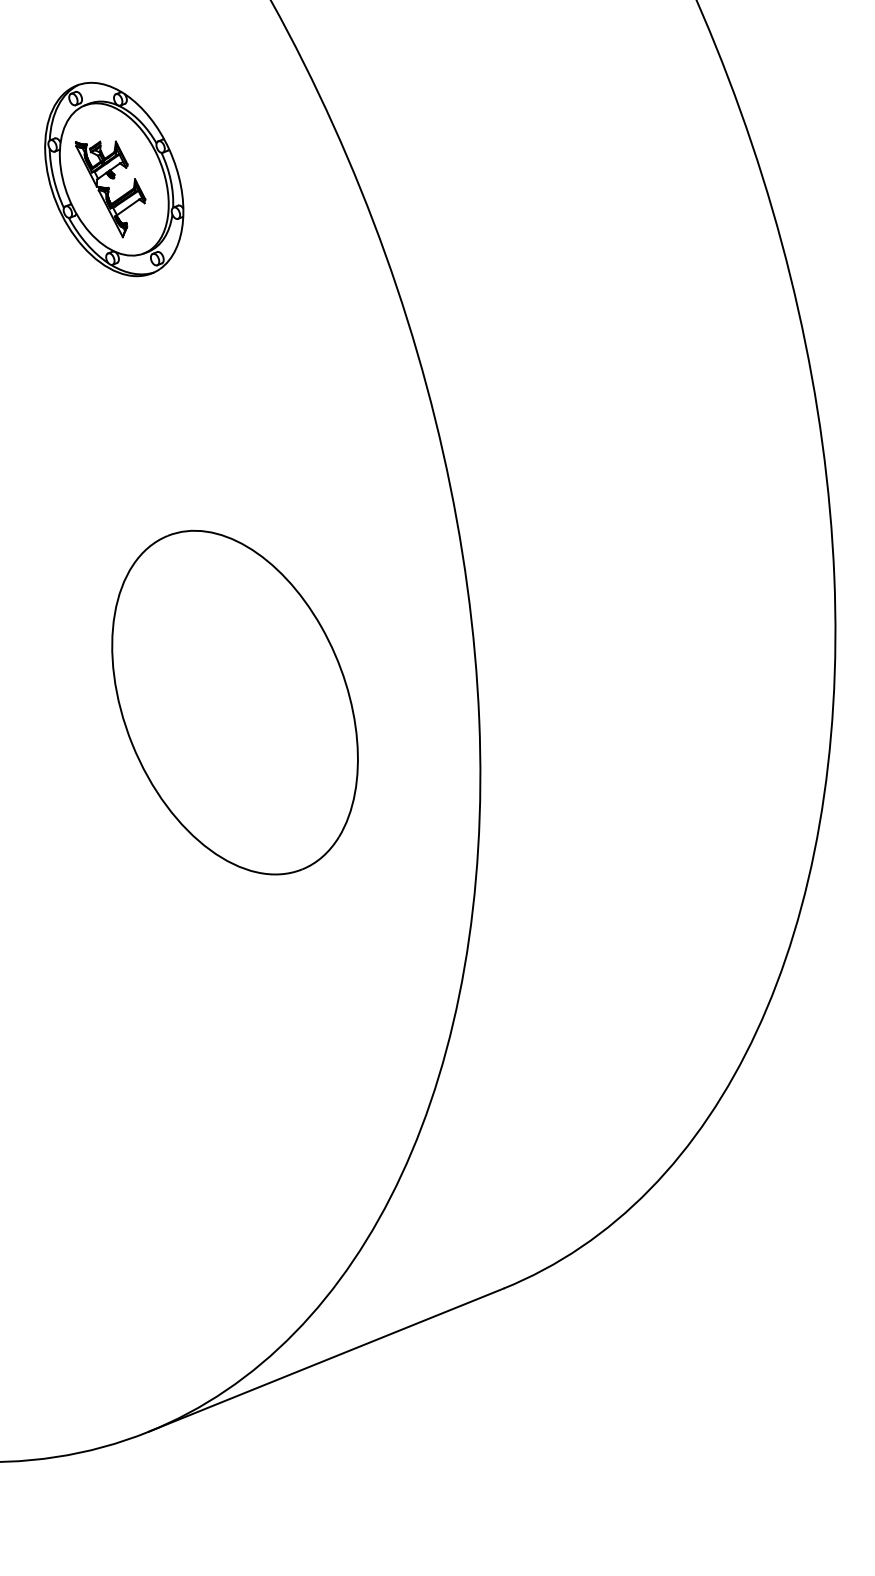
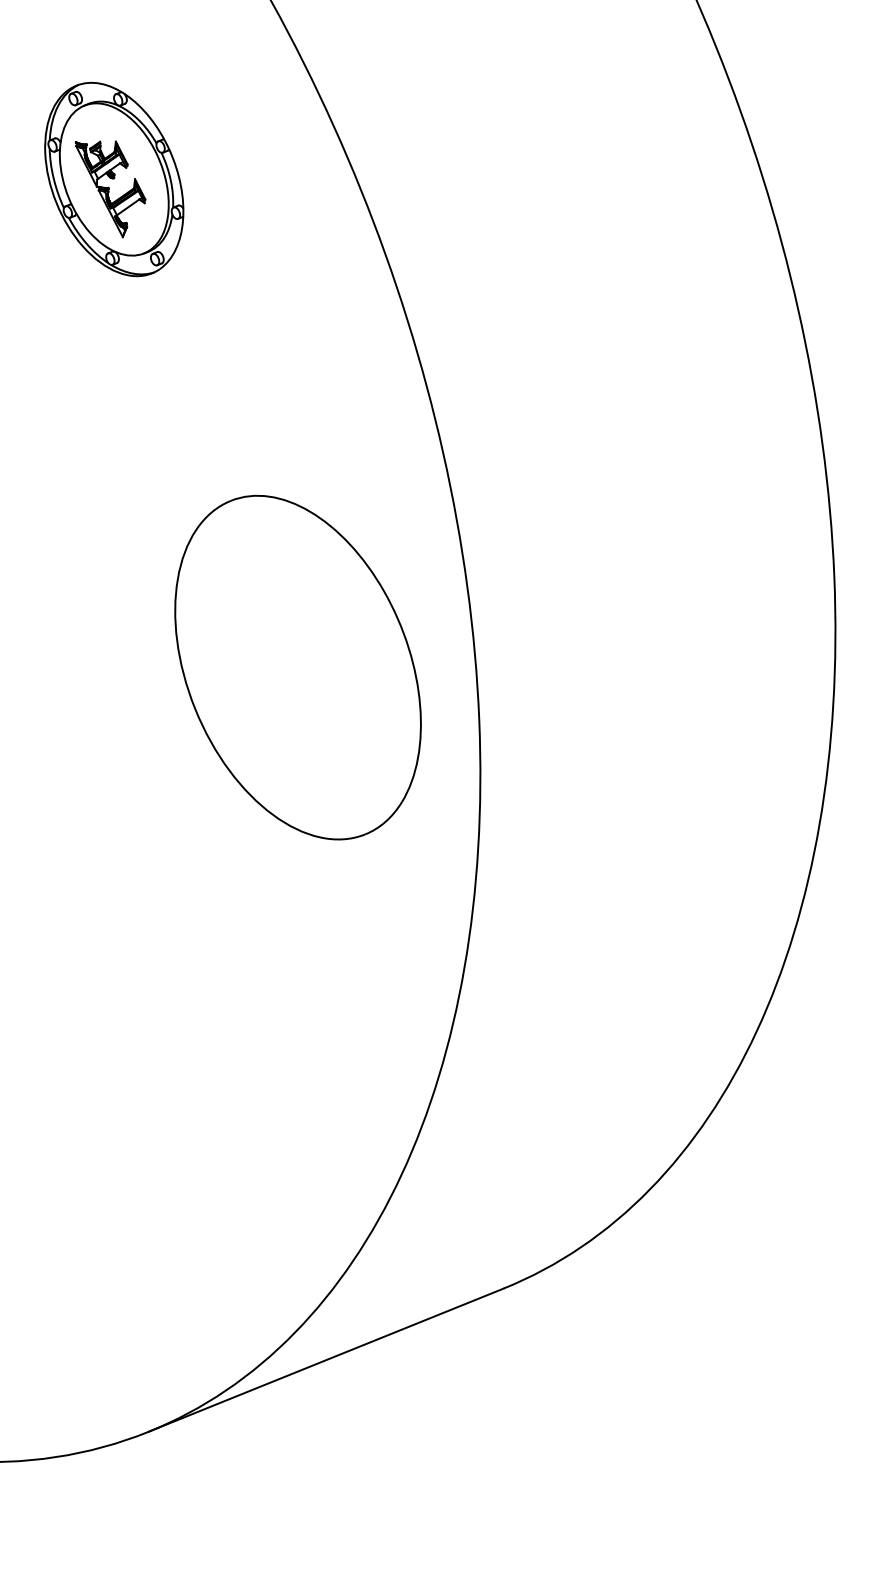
part at (234, 702) position: (234, 702) -> (297, 667)
